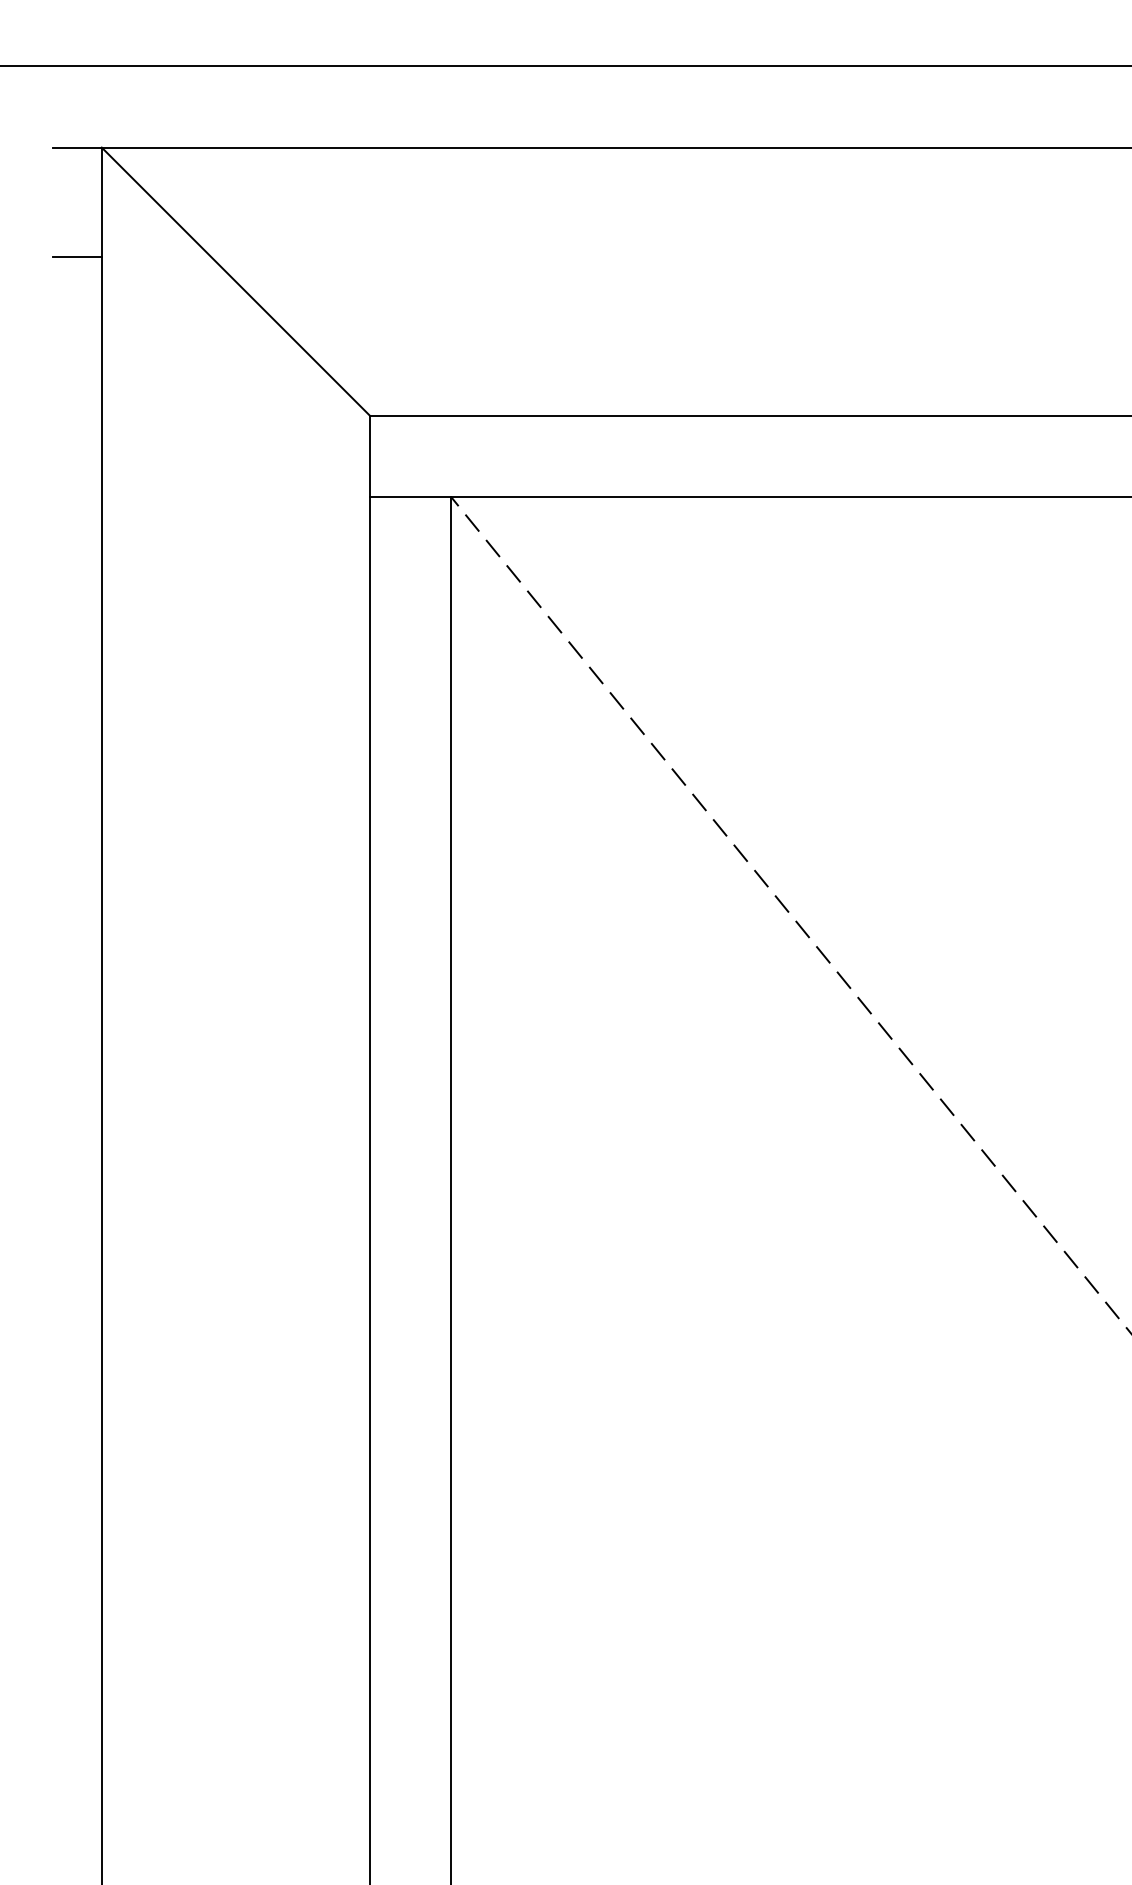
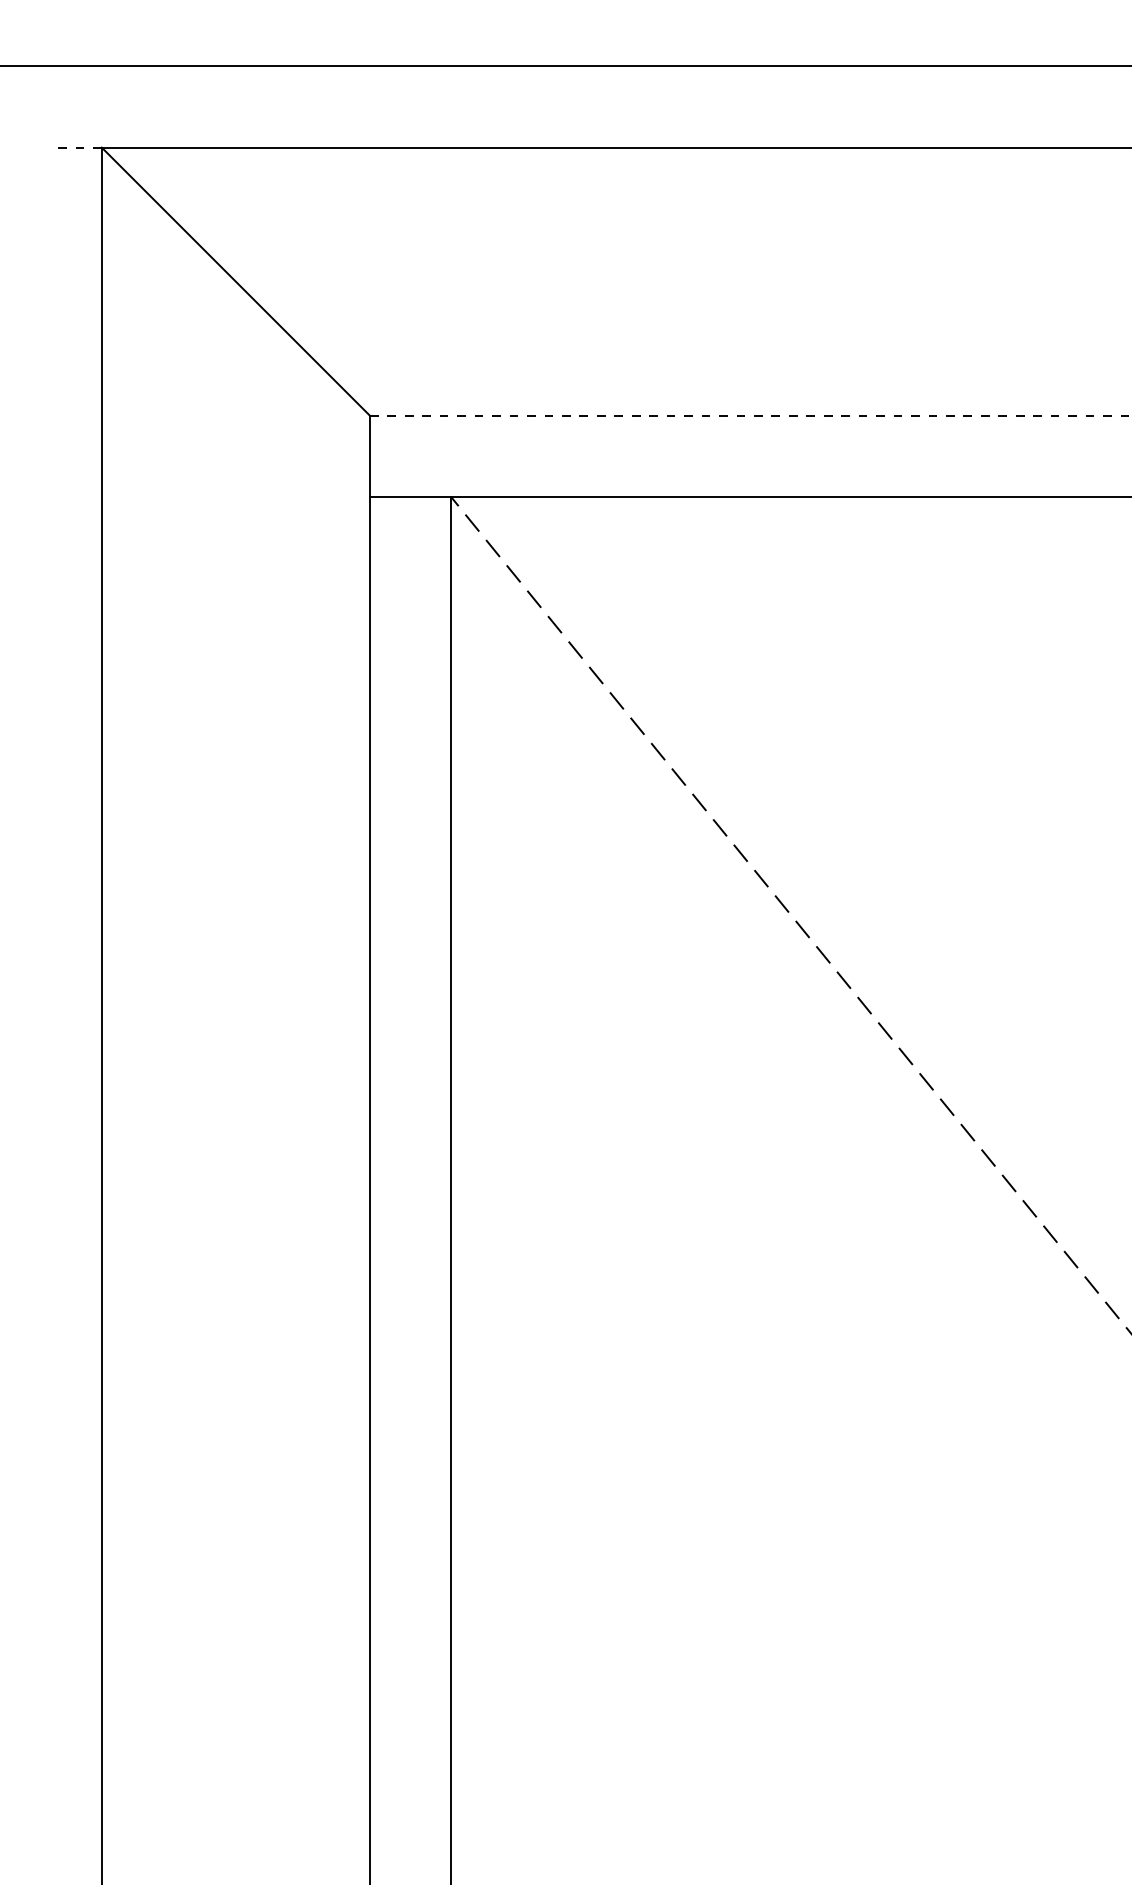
line at (77, 147): solid -> dashed
line at (76, 256): present -> none
line at (750, 415): solid -> dashed
